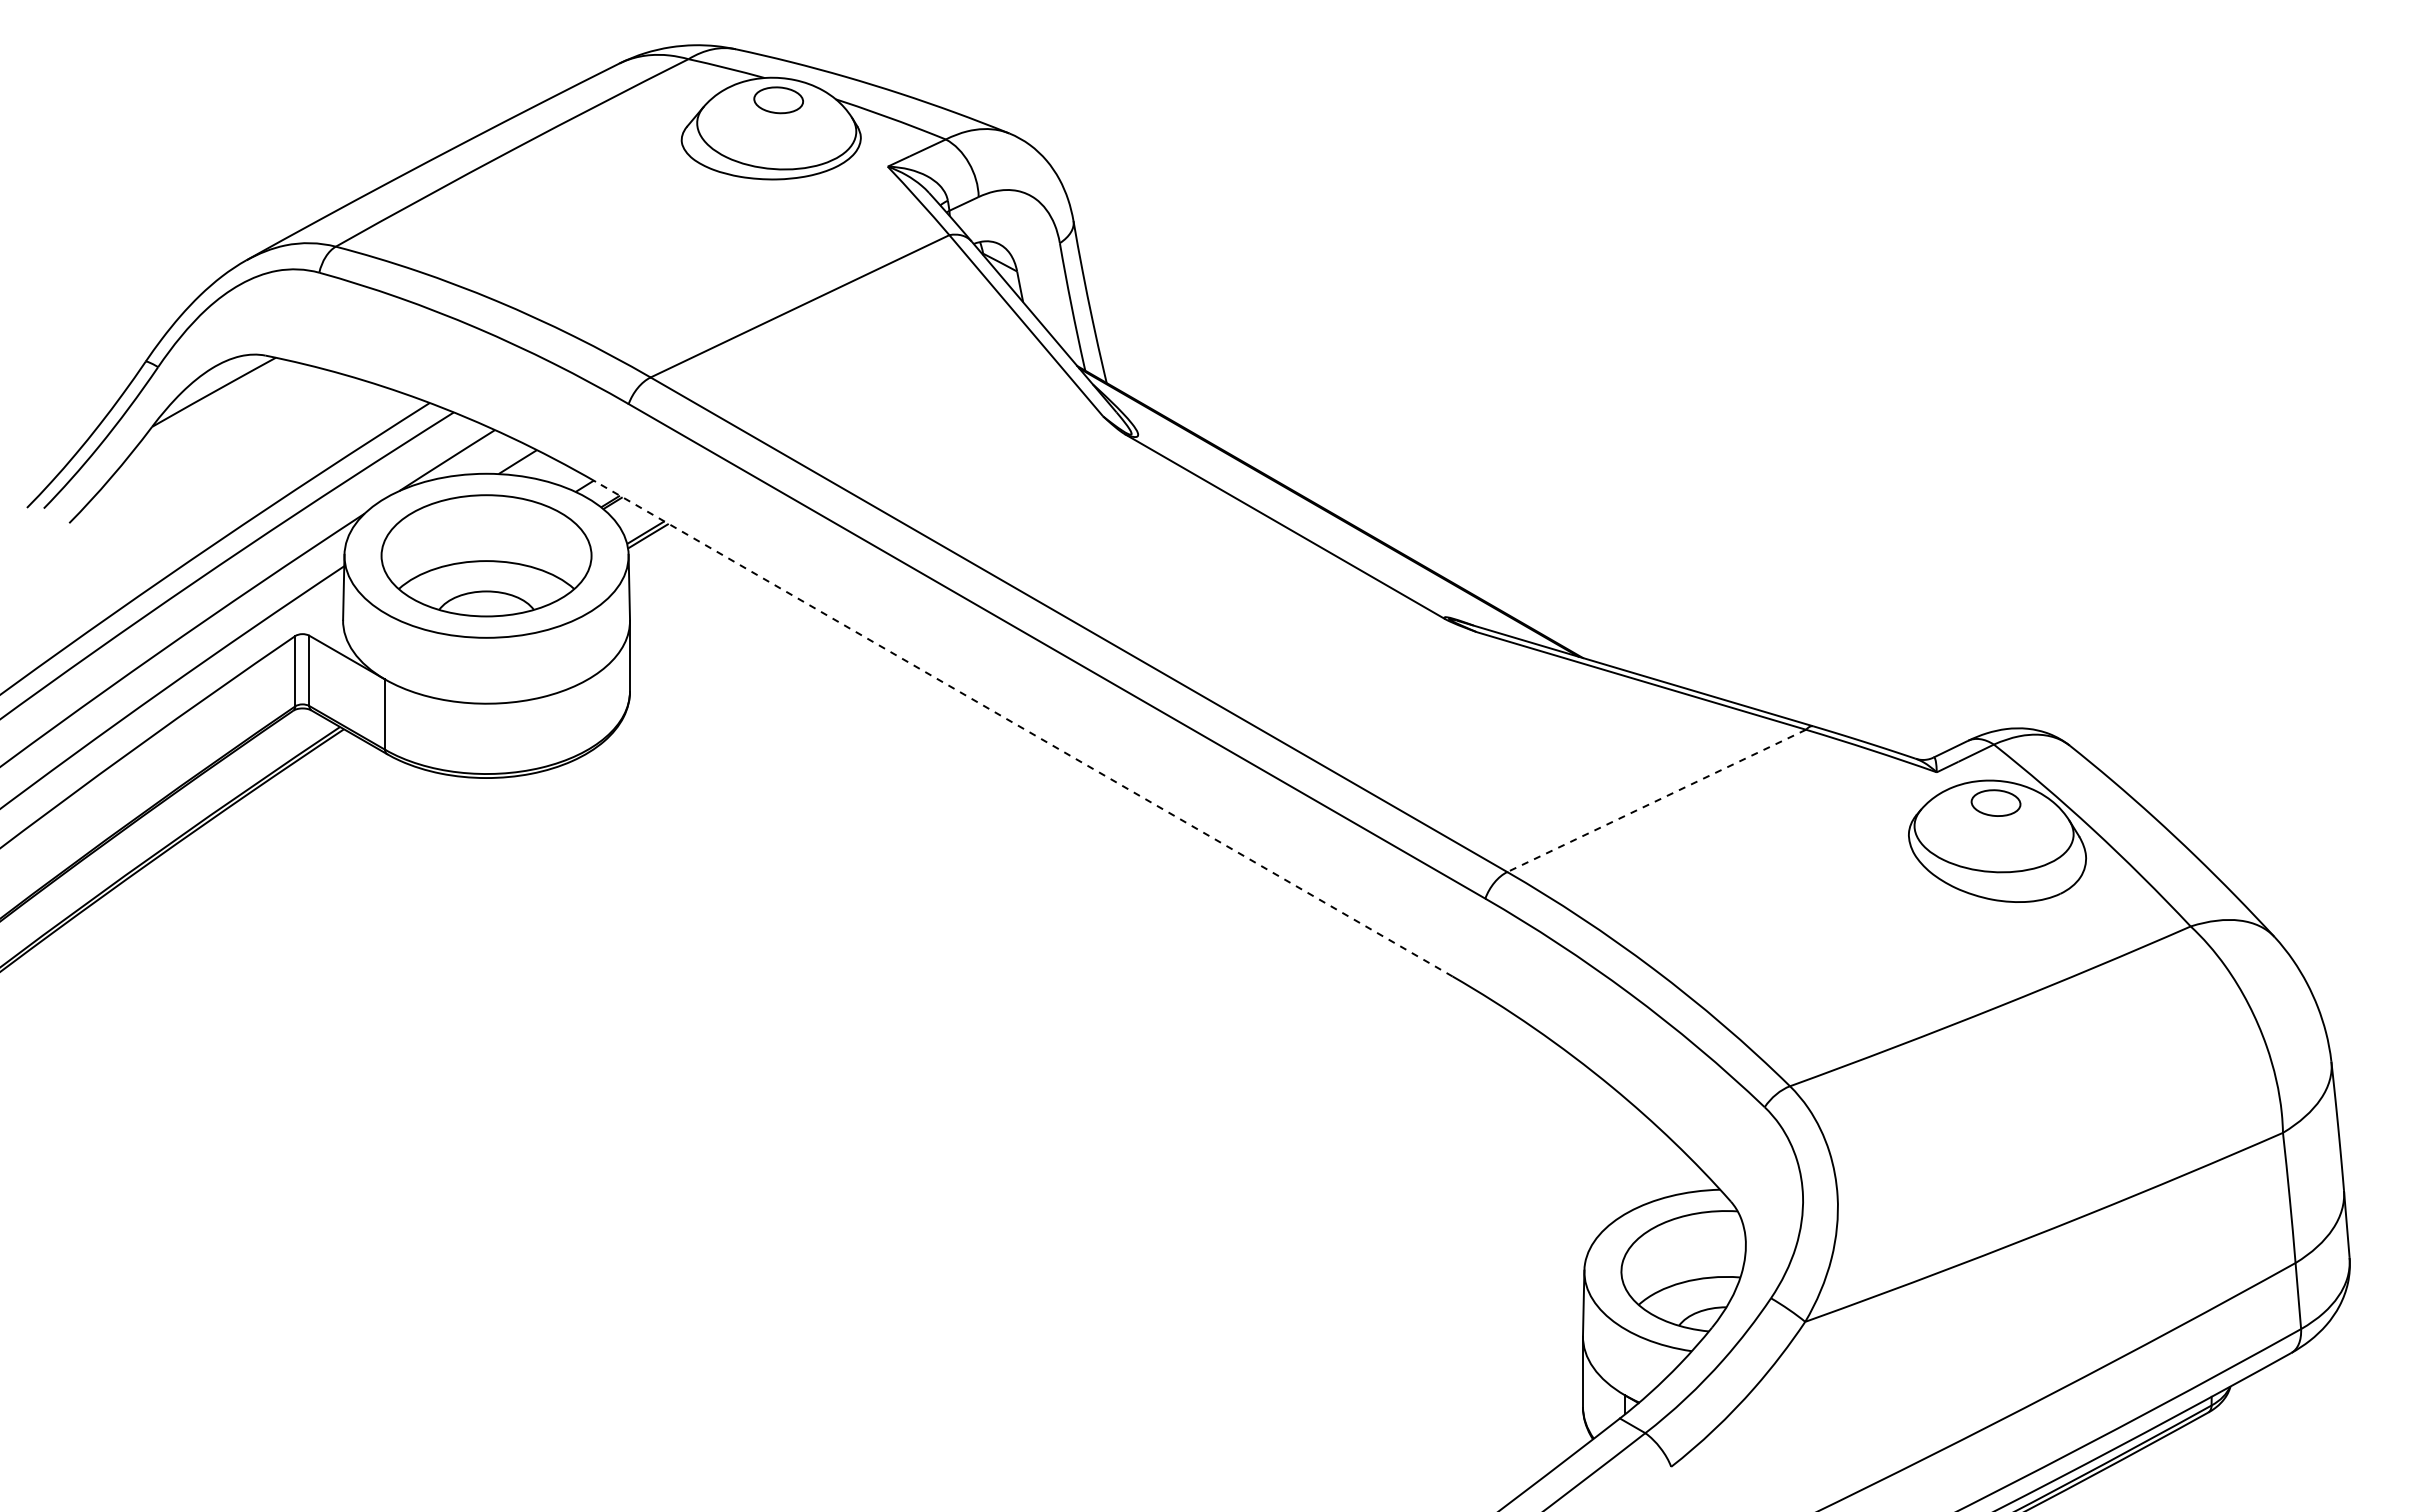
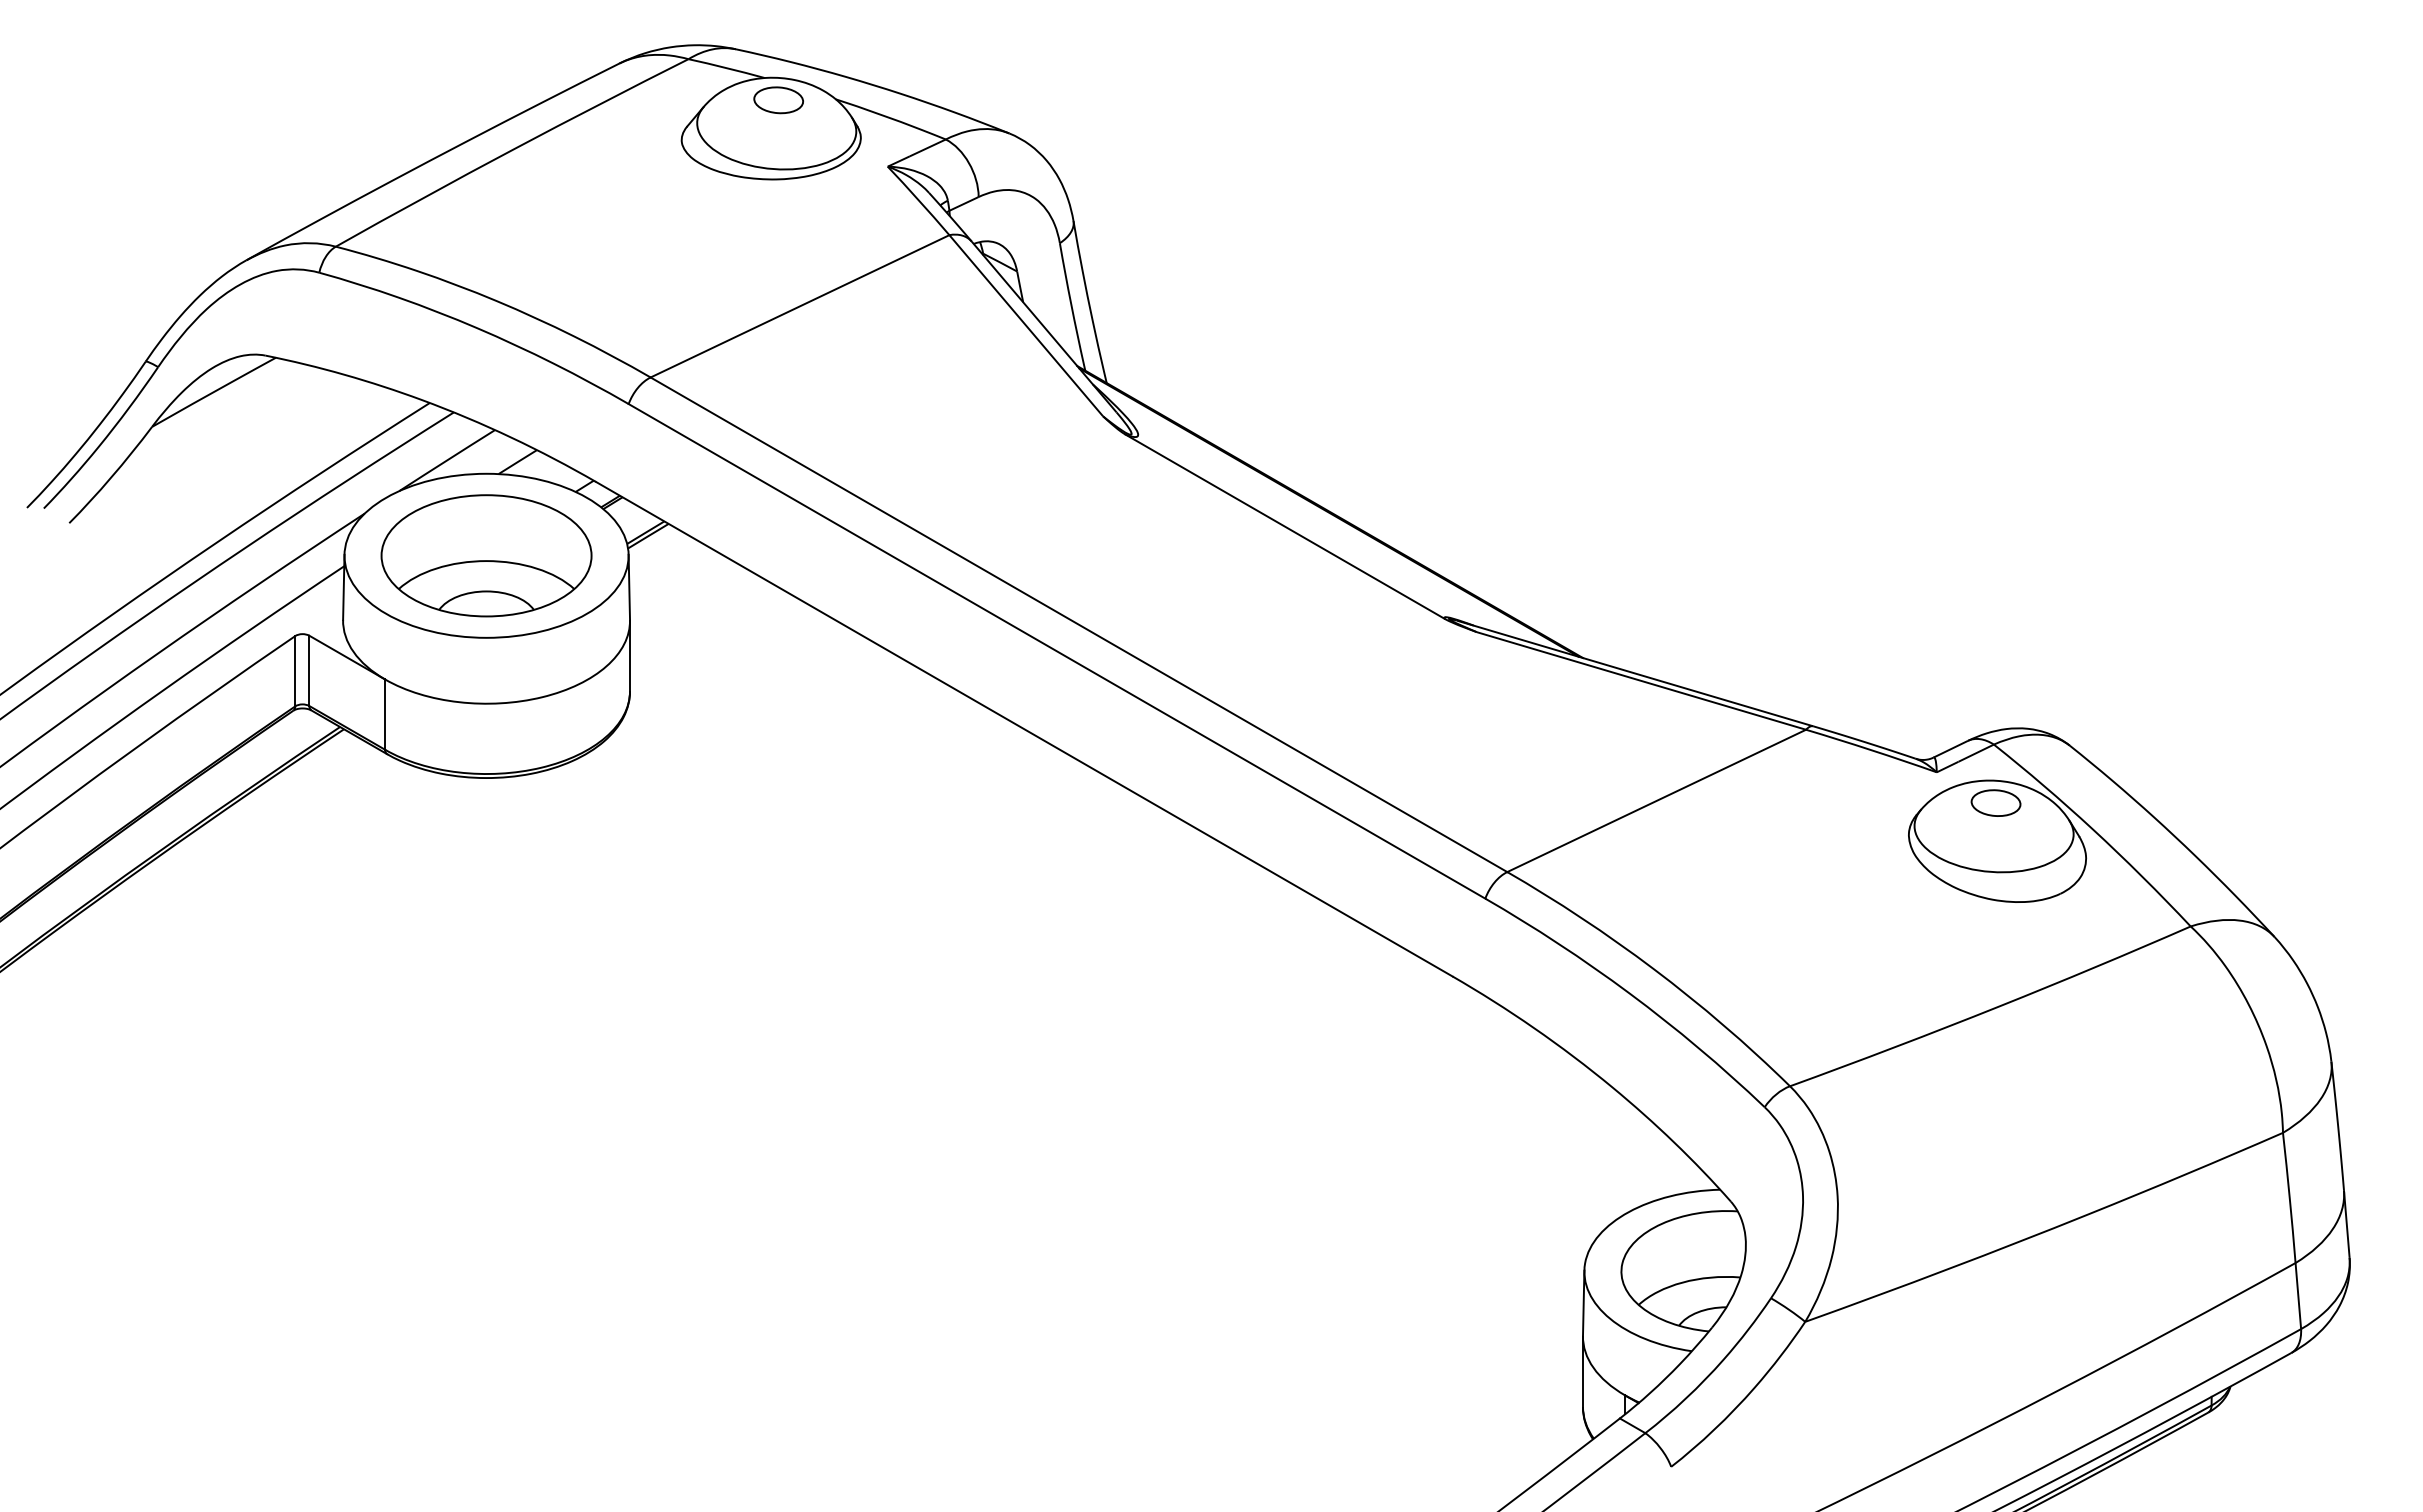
line at (1024, 729): dashed -> solid
line at (1656, 801): dashed -> solid
